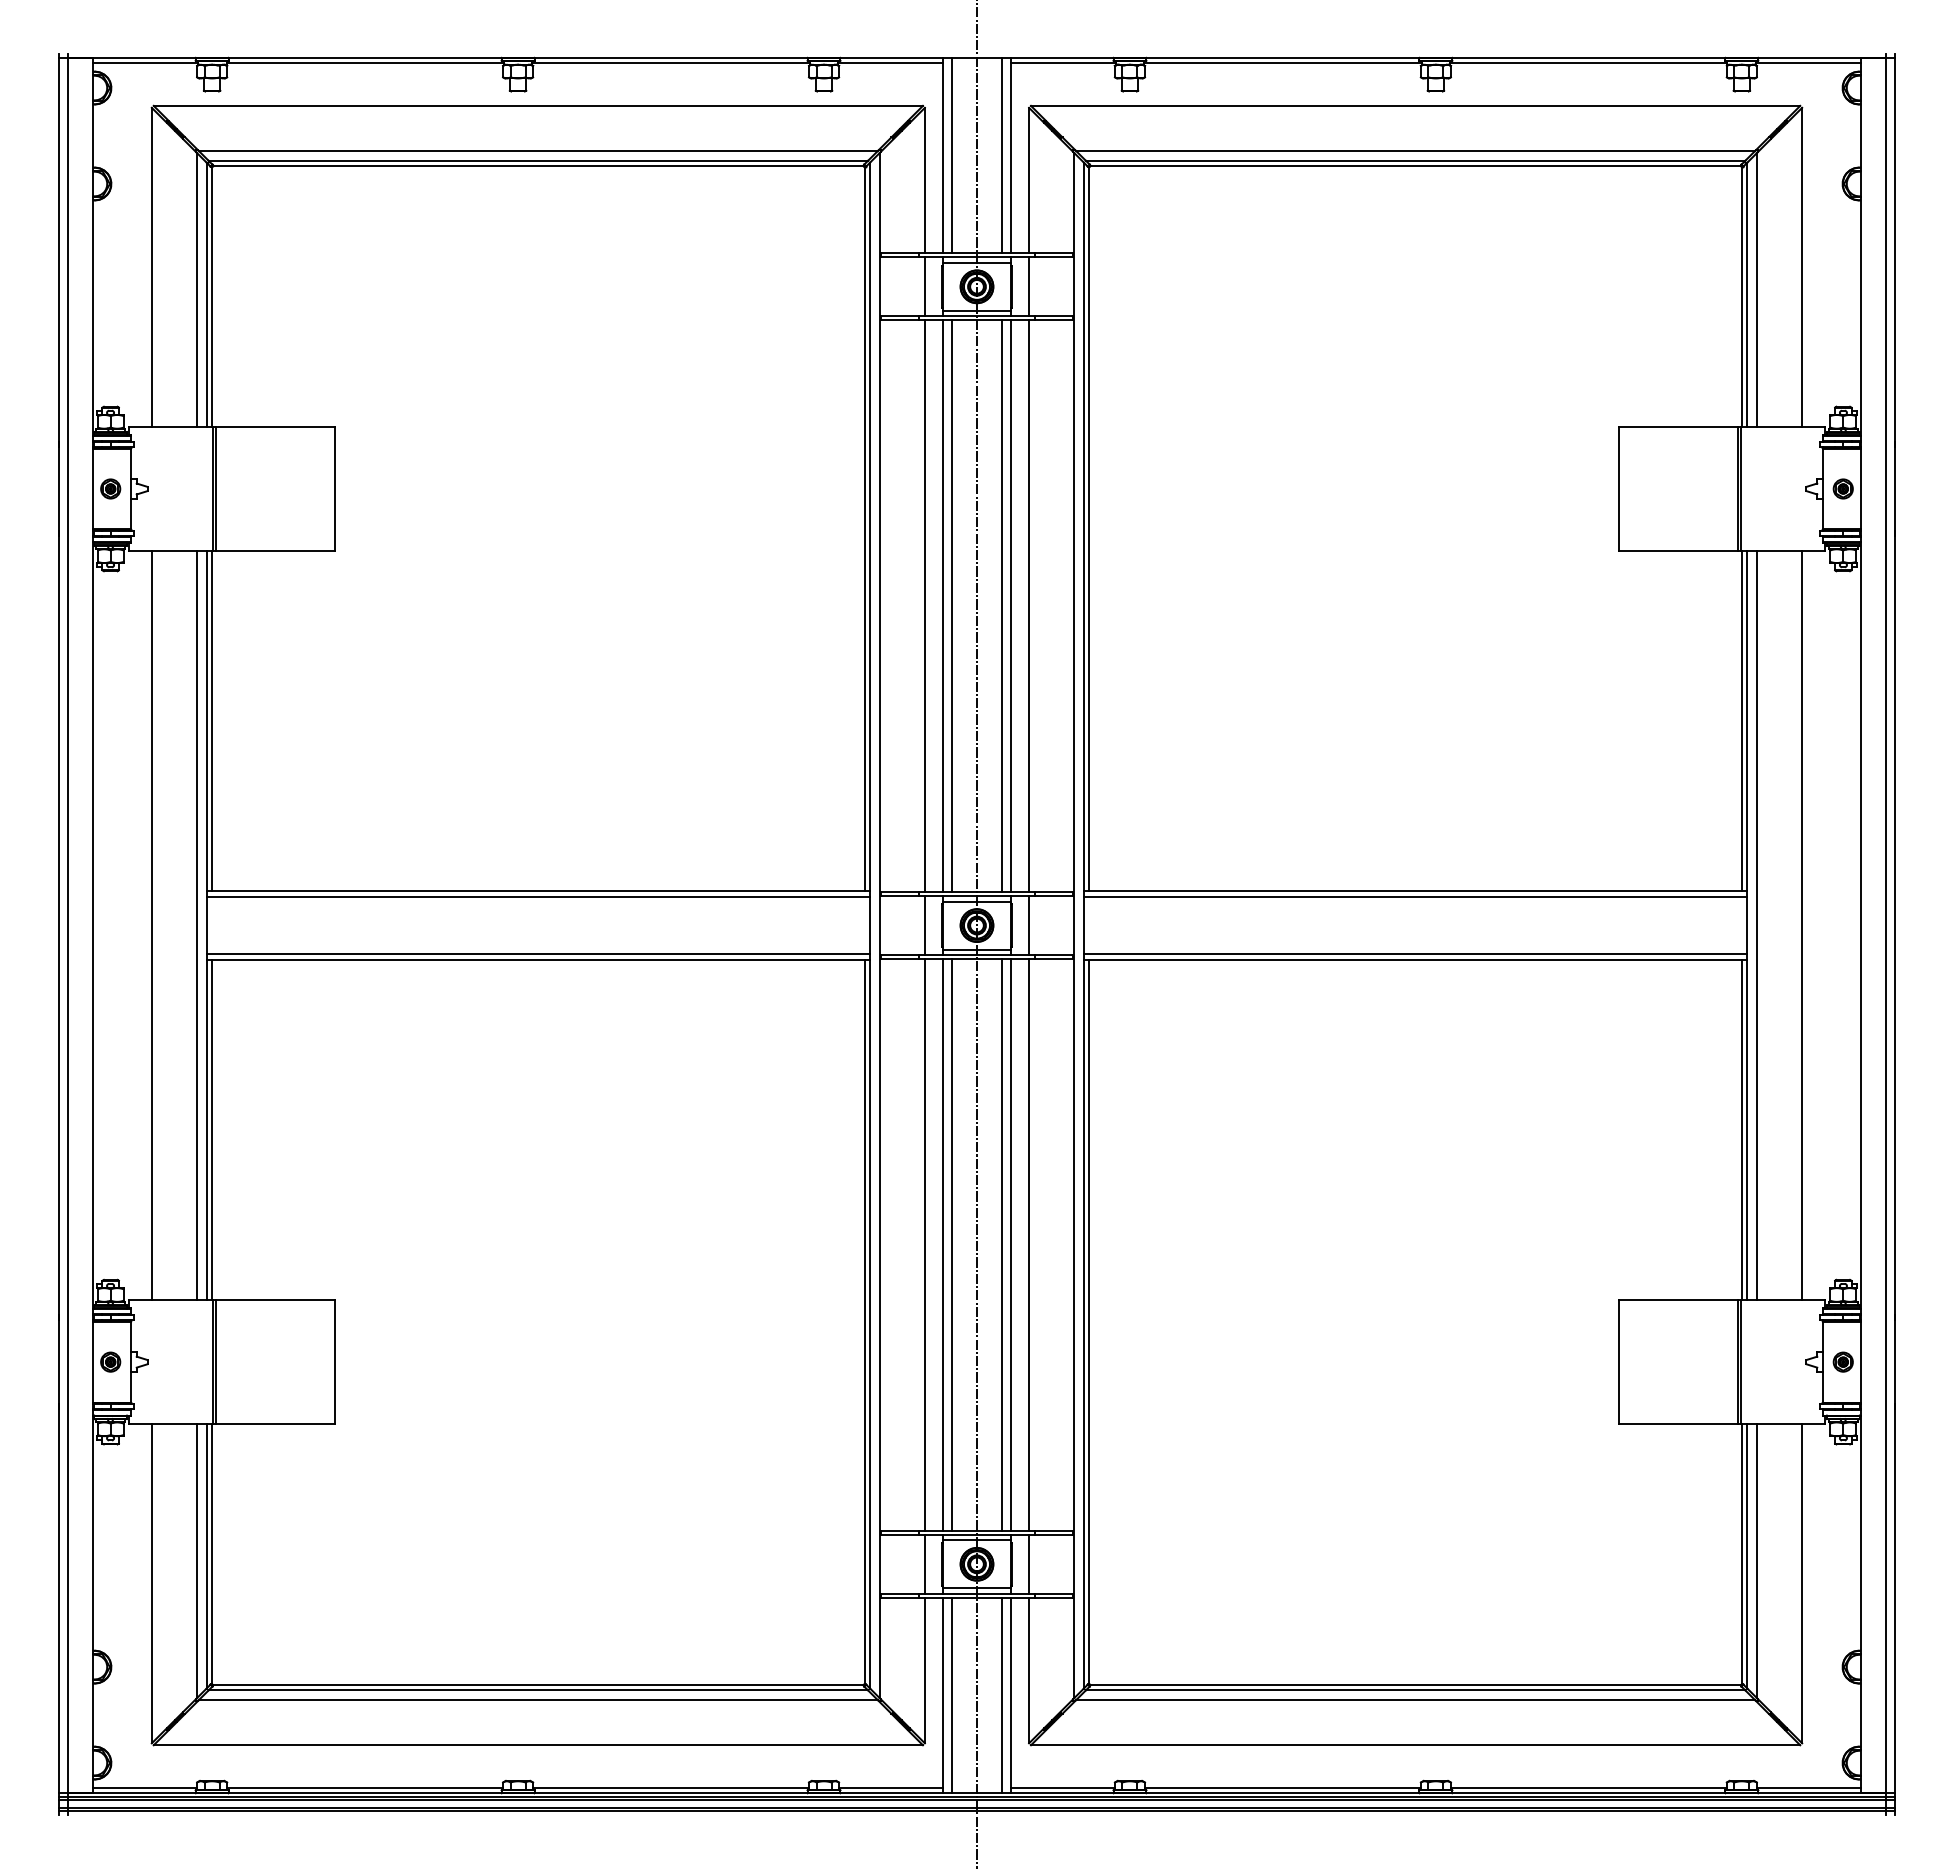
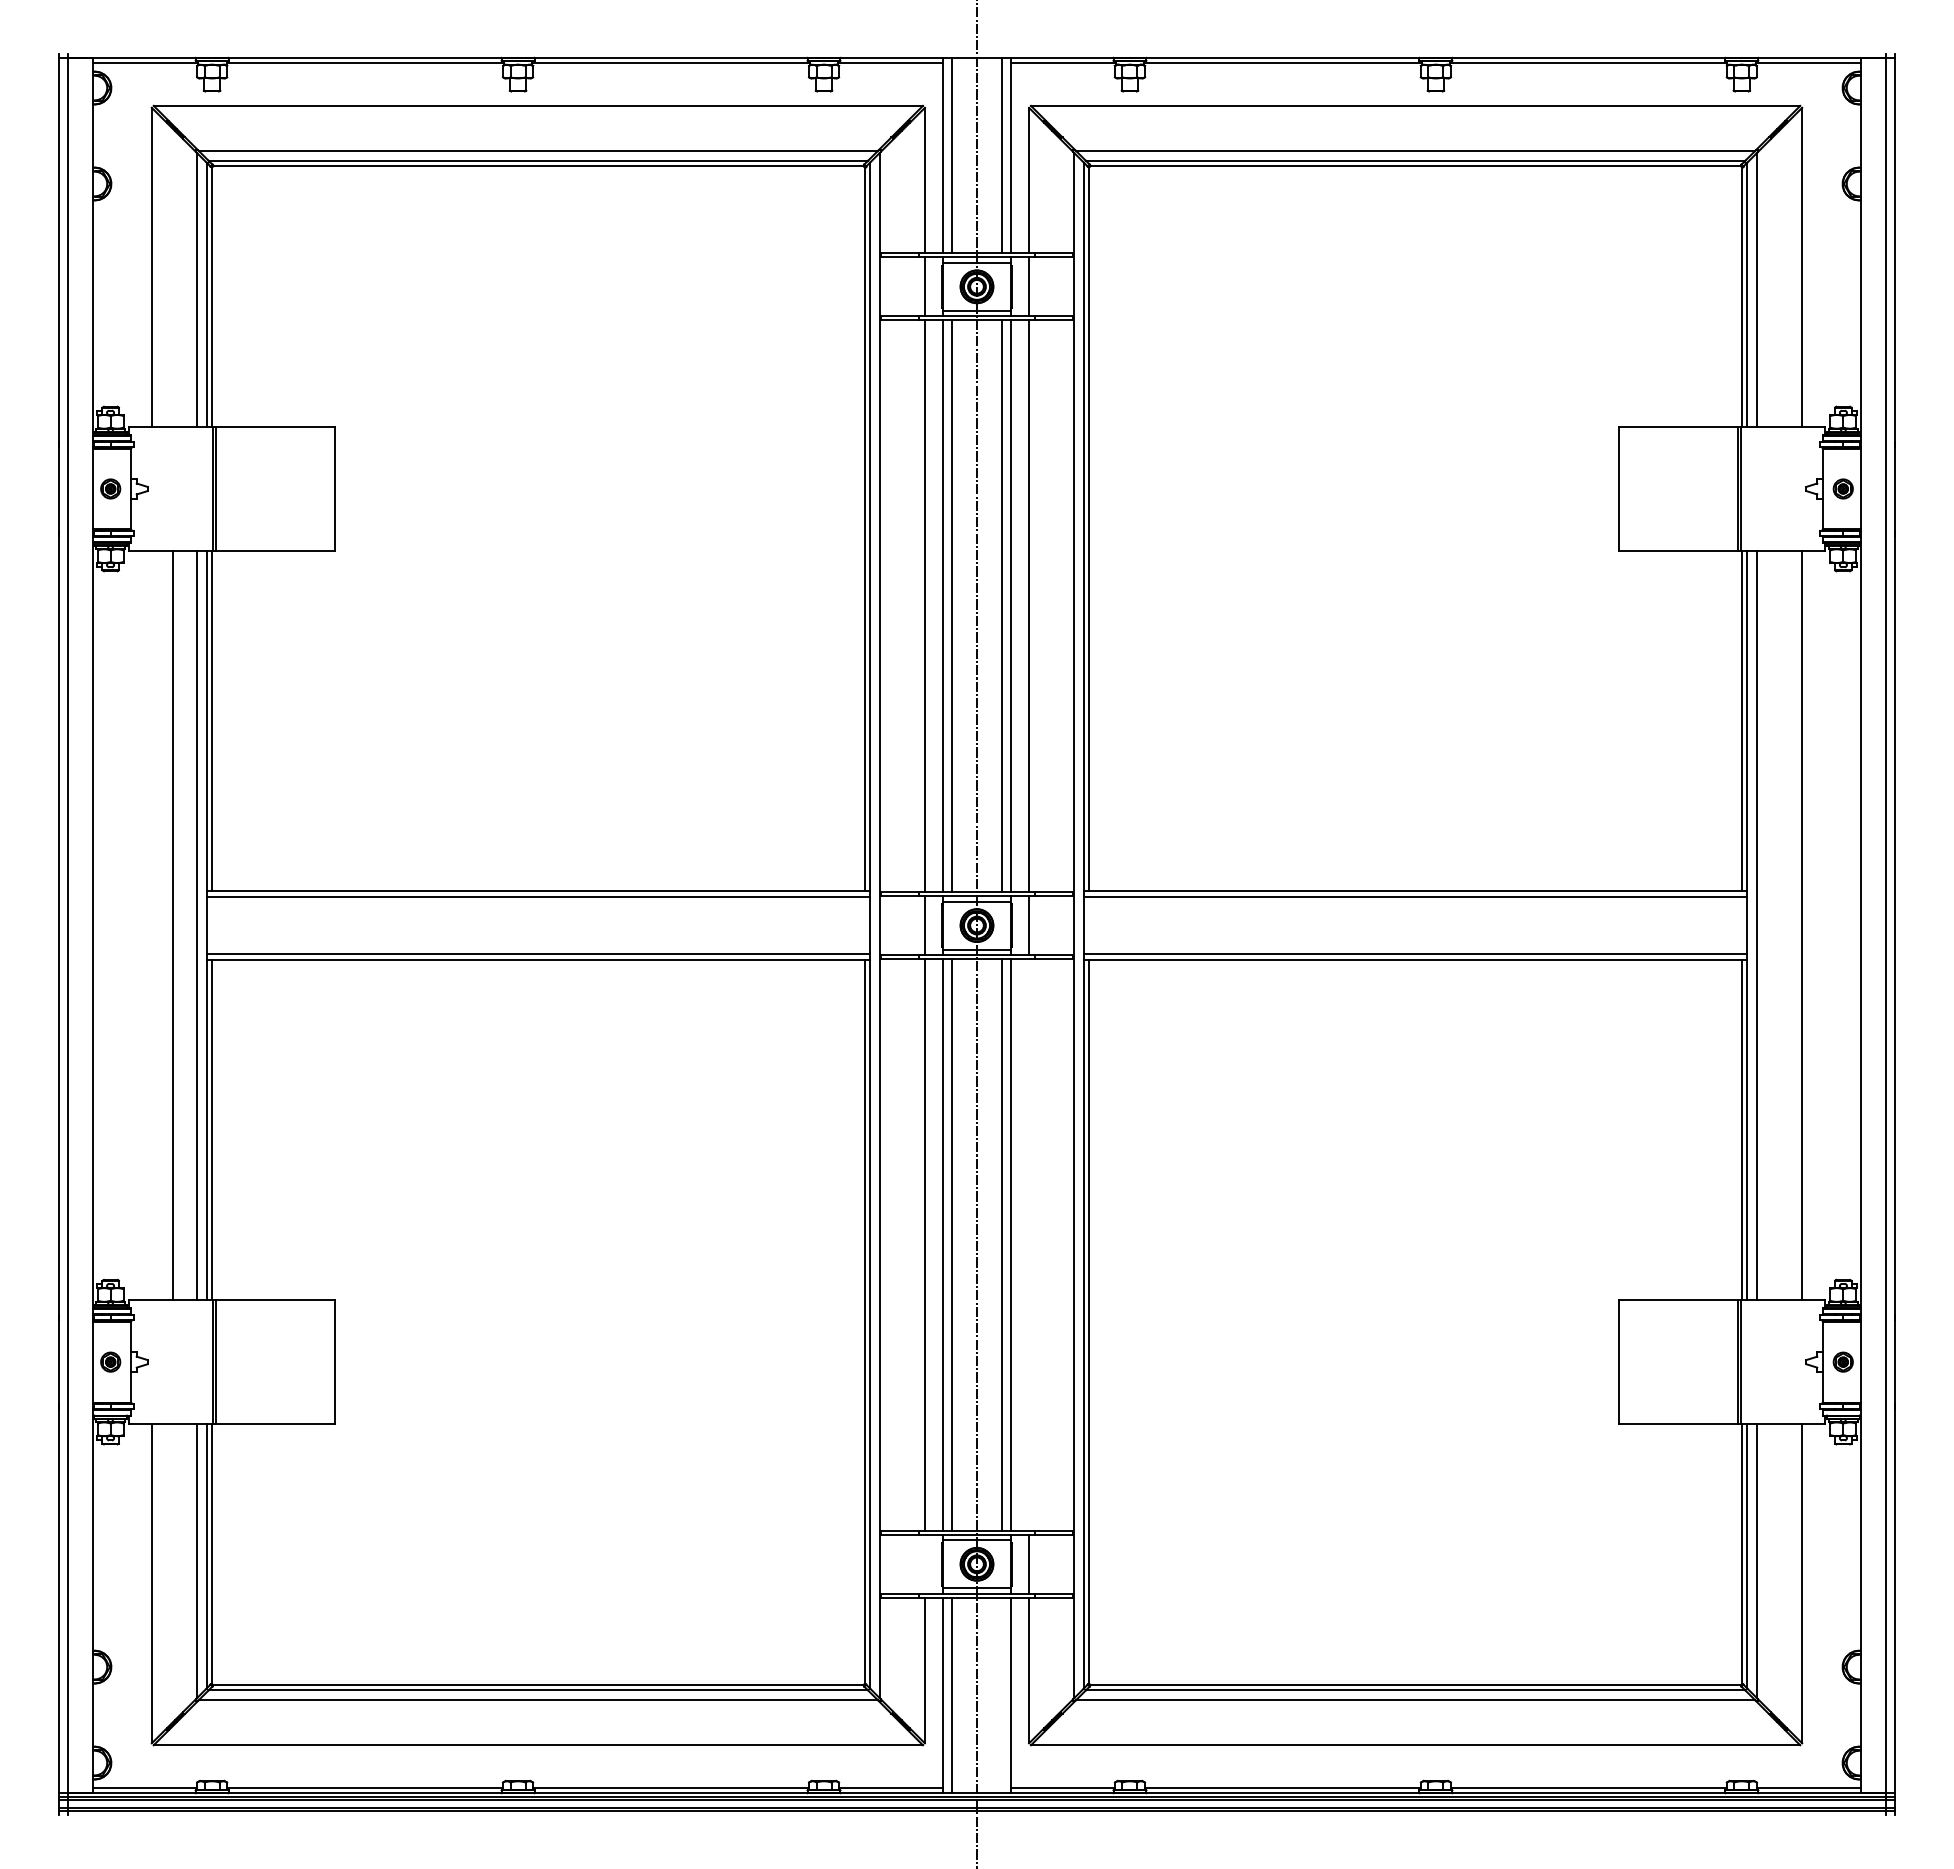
line at (151, 925) position: (151, 925) -> (172, 925)
line at (1029, 1244): present -> none
line at (924, 1563): present -> none
line at (1001, 1695): present -> none
